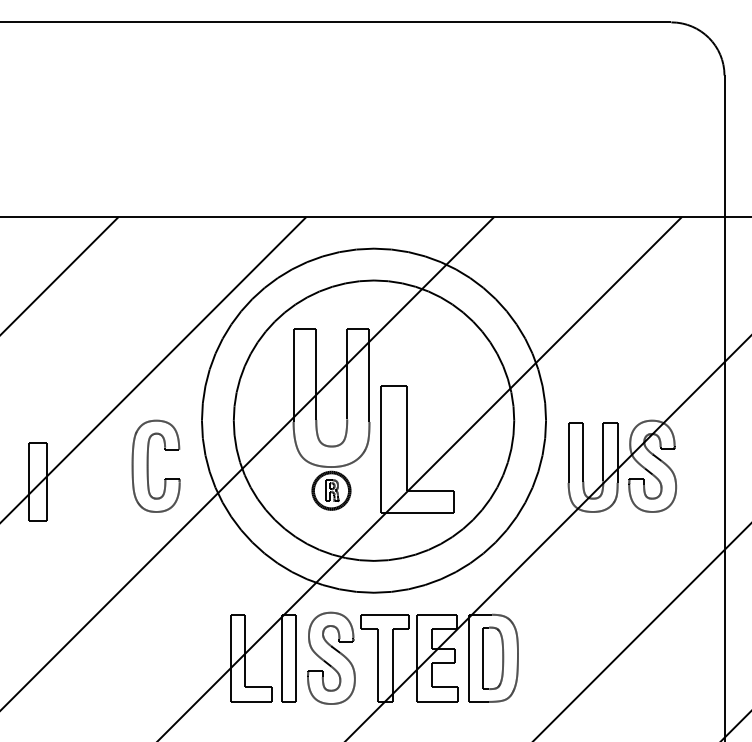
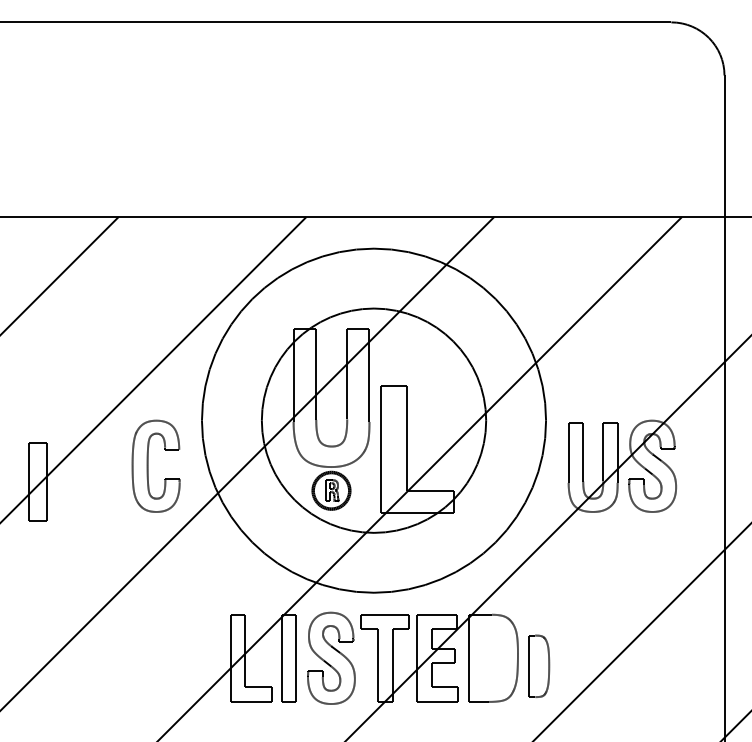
circle at (373, 420) diameter: 280 px -> 224 px
part at (493, 657) position: (493, 657) -> (539, 665)
